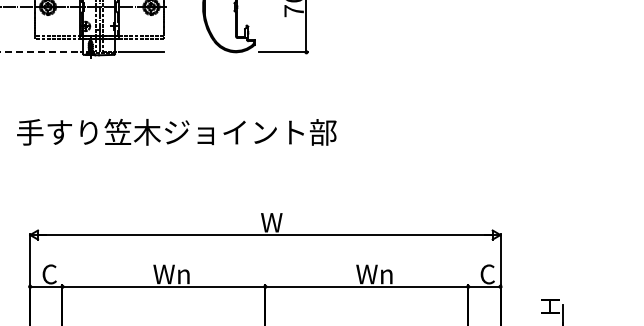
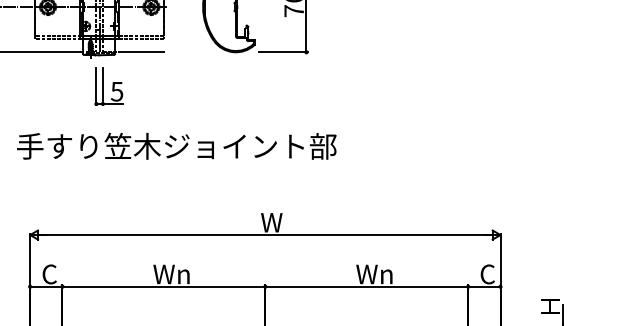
line at (40, 52): dashed -> solid
part at (108, 86): none -> present
text at (176, 131) position: (176, 131) -> (176, 145)
